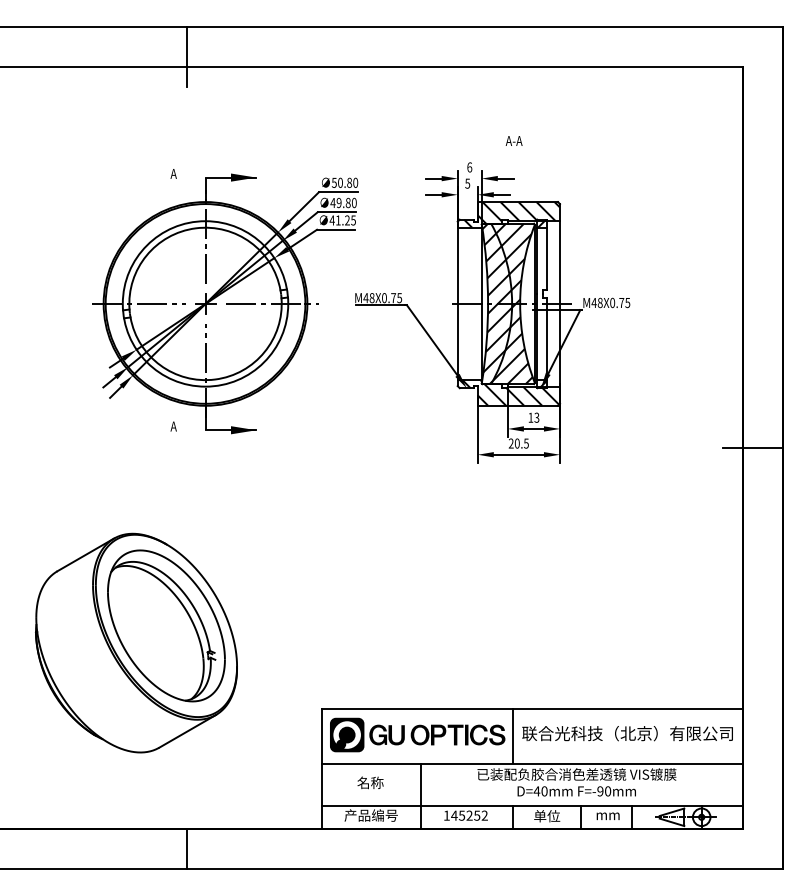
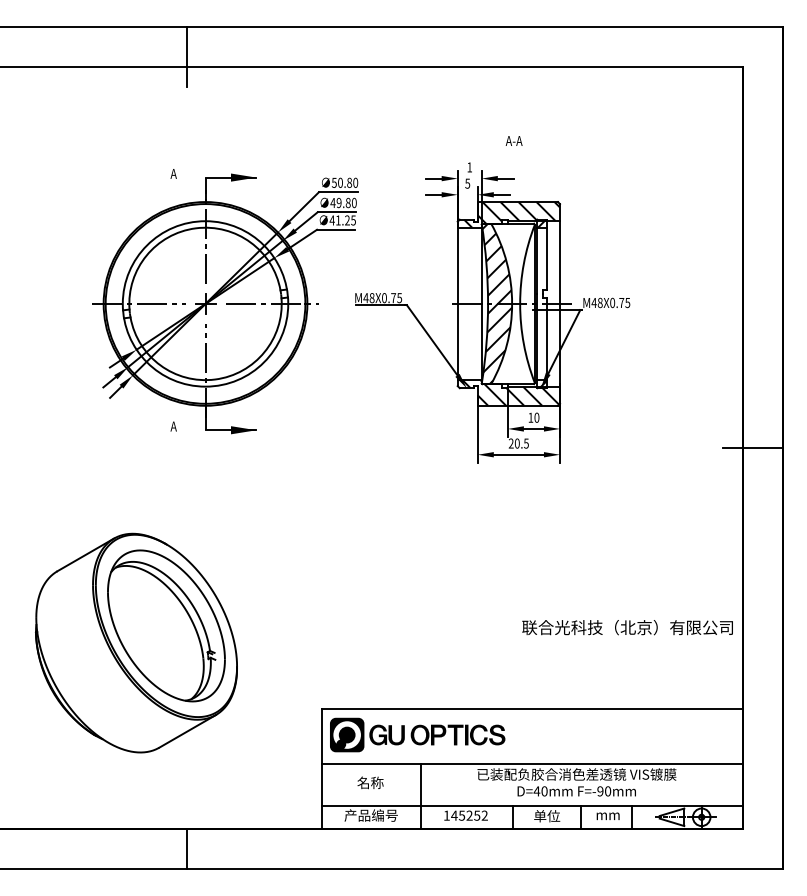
text at (469, 167): 6 -> 1
hatch at (512, 303): present -> none
text at (536, 417): 13 -> 10
text at (627, 733) position: (627, 733) -> (627, 627)
line at (512, 735): present -> none
